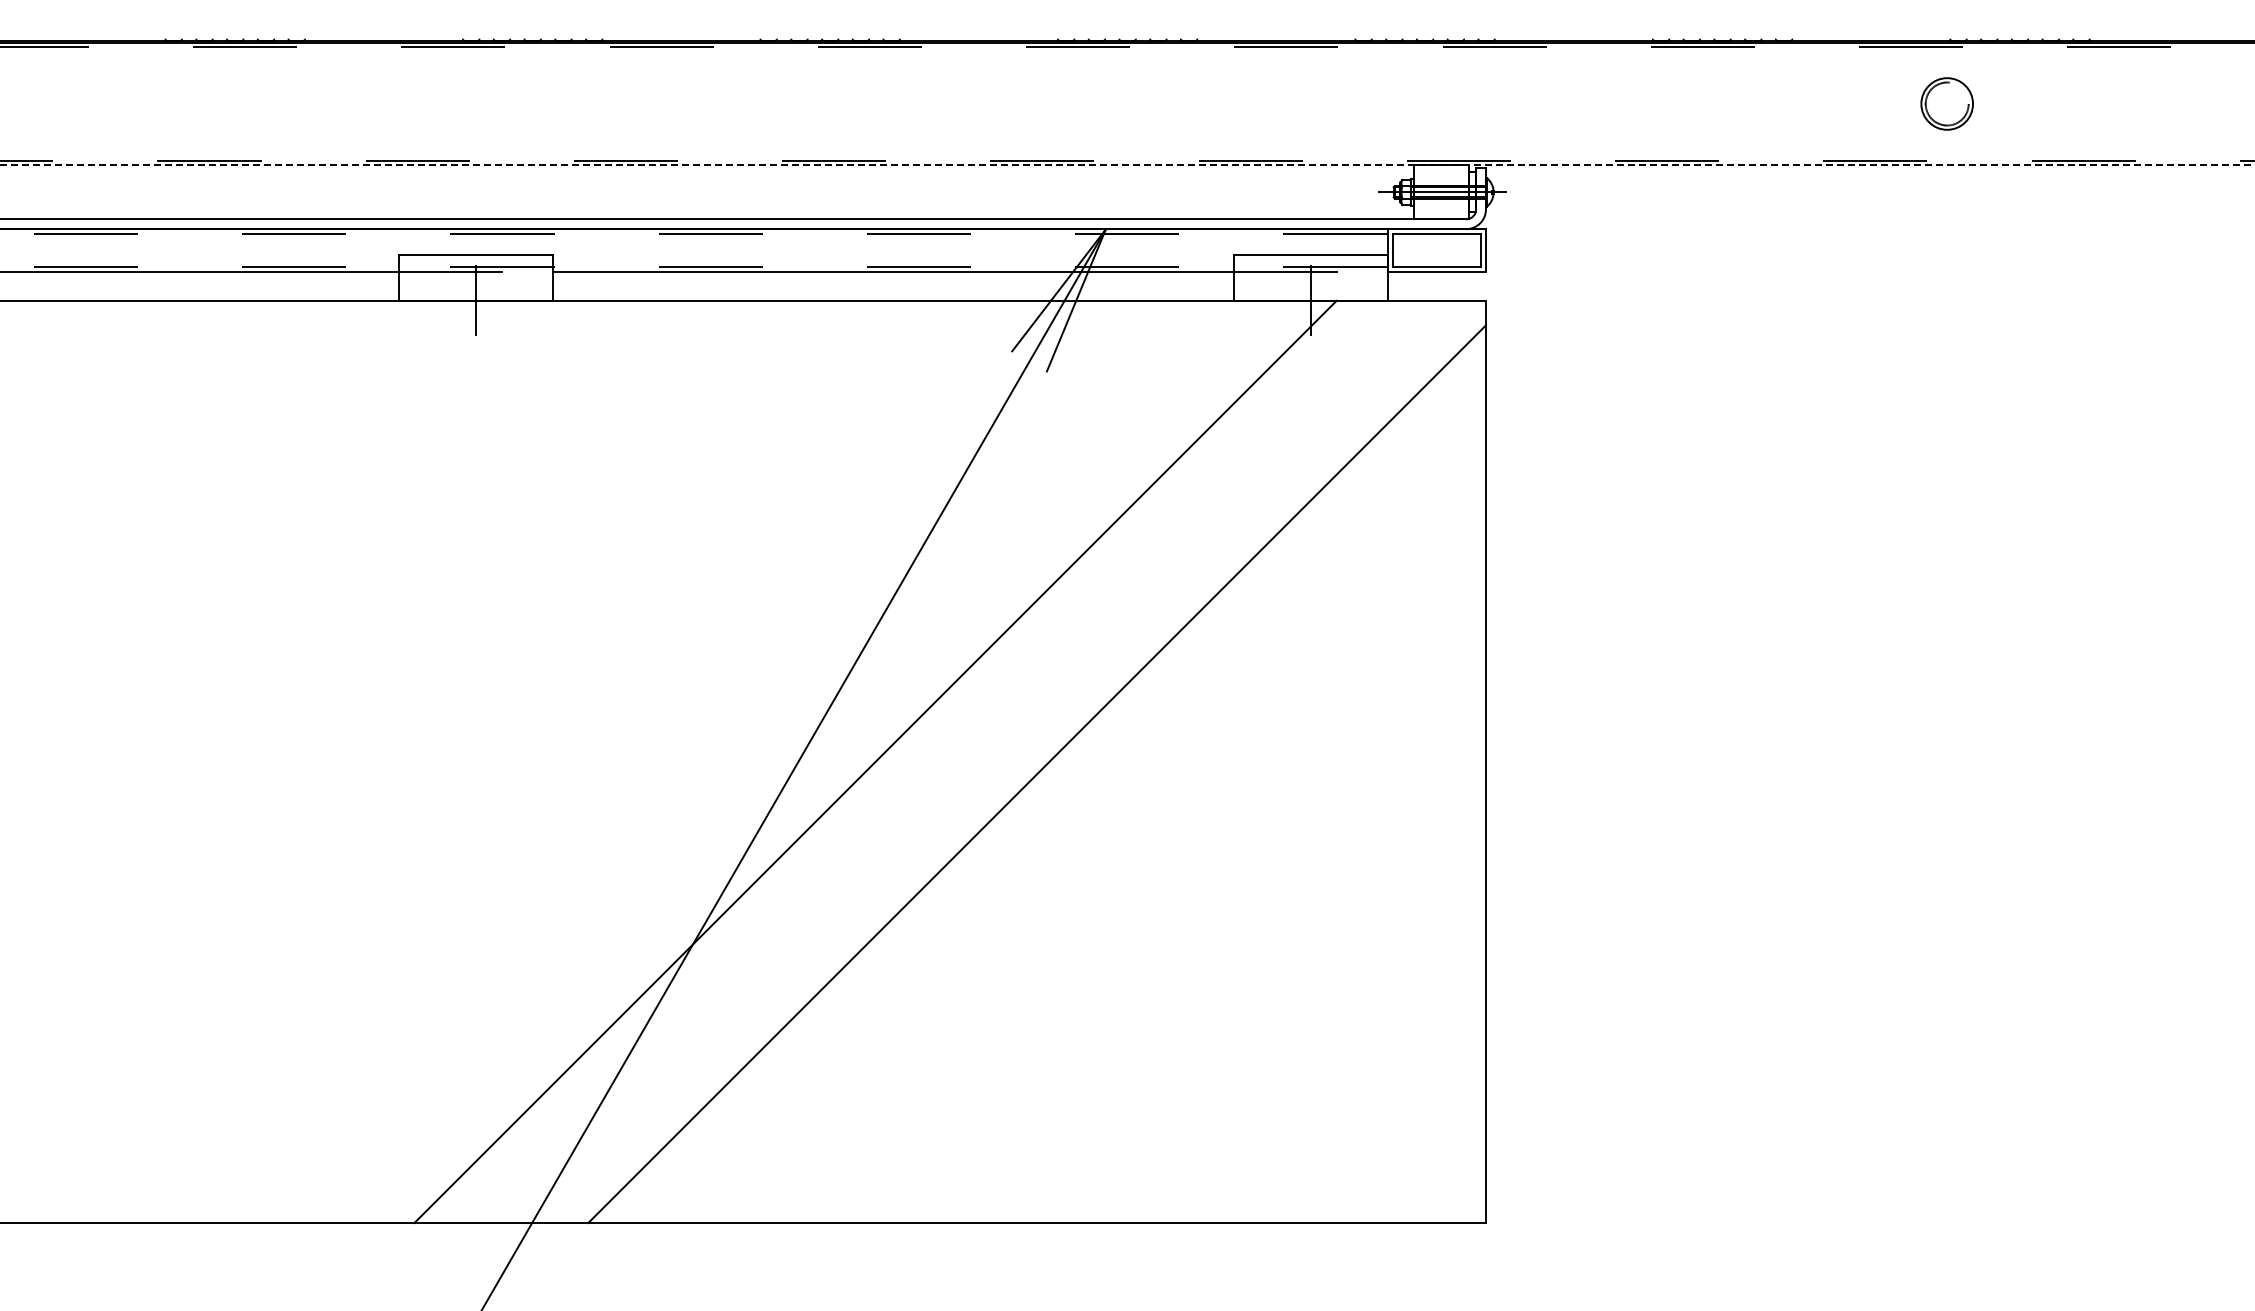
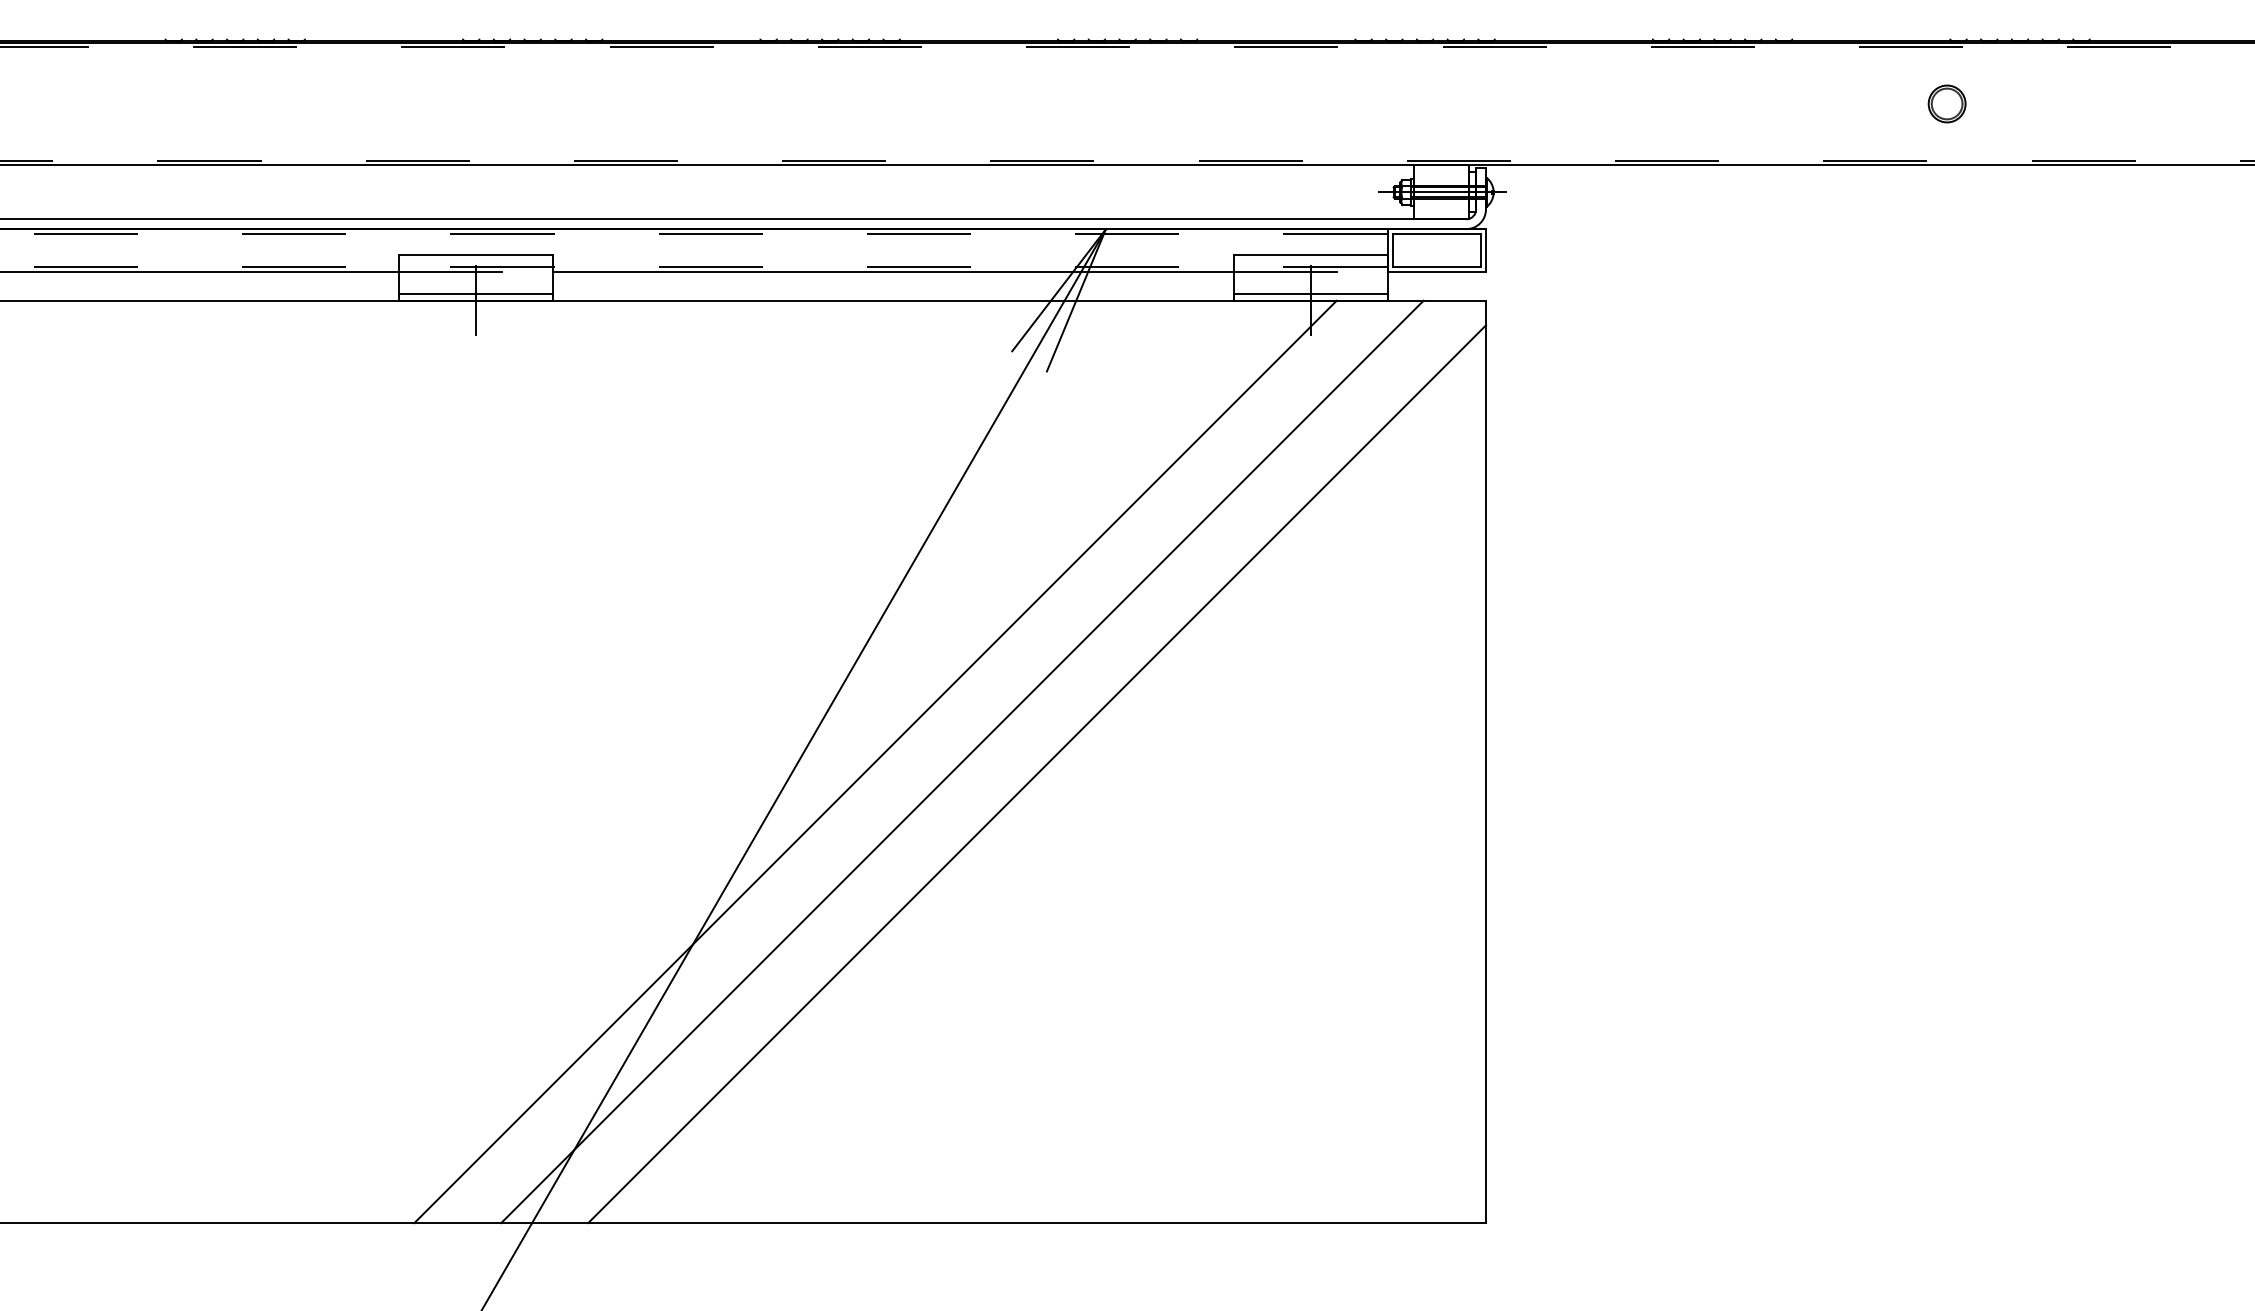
part at (1946, 103) size: 54x54 px -> 40x40 px
line at (1128, 165): dashed -> solid
line at (475, 293): none -> present
line at (1310, 293): none -> present
line at (962, 761): none -> present
